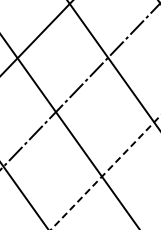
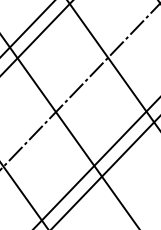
line at (27, 28): none -> present
line at (96, 163): none -> present
line at (105, 172): dashed -> solid
